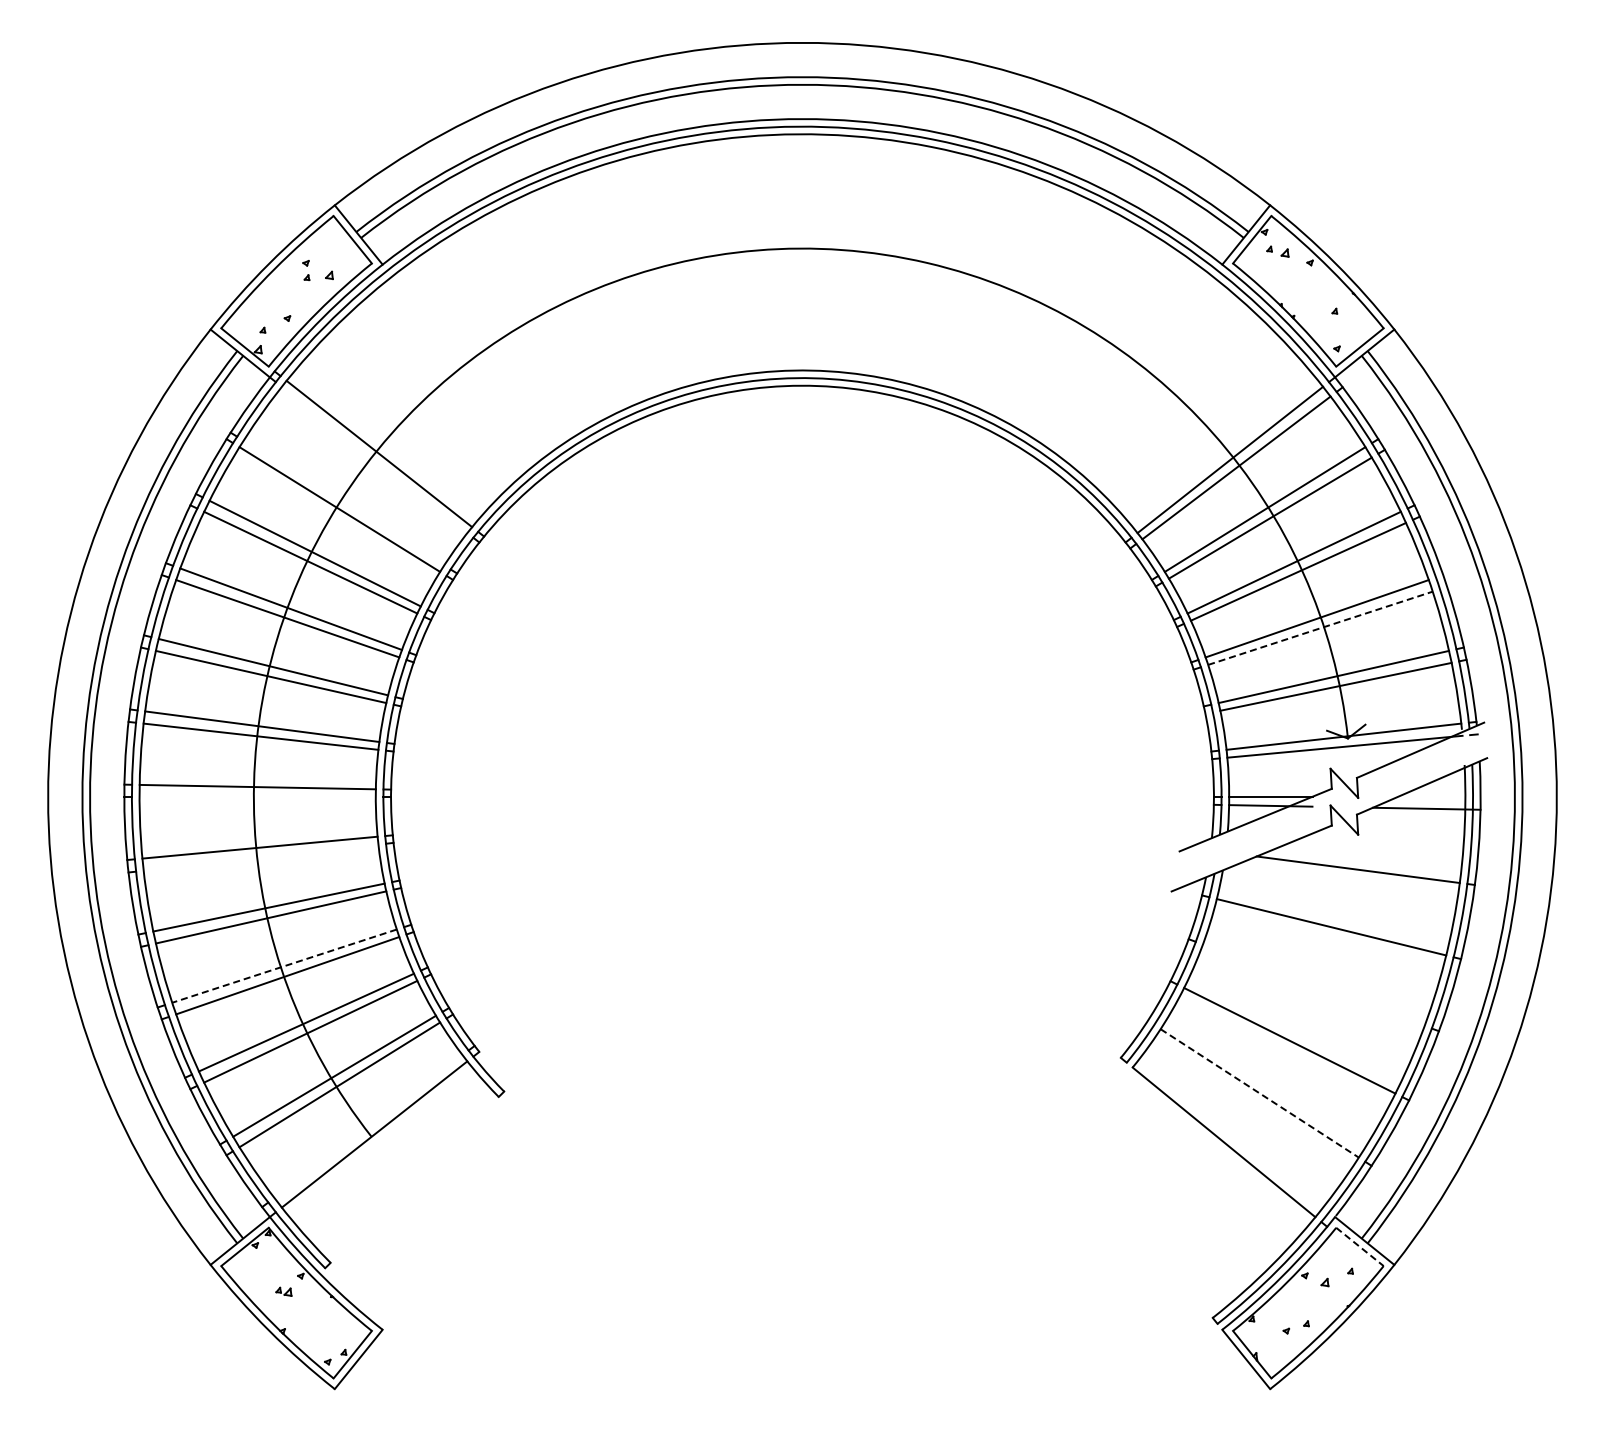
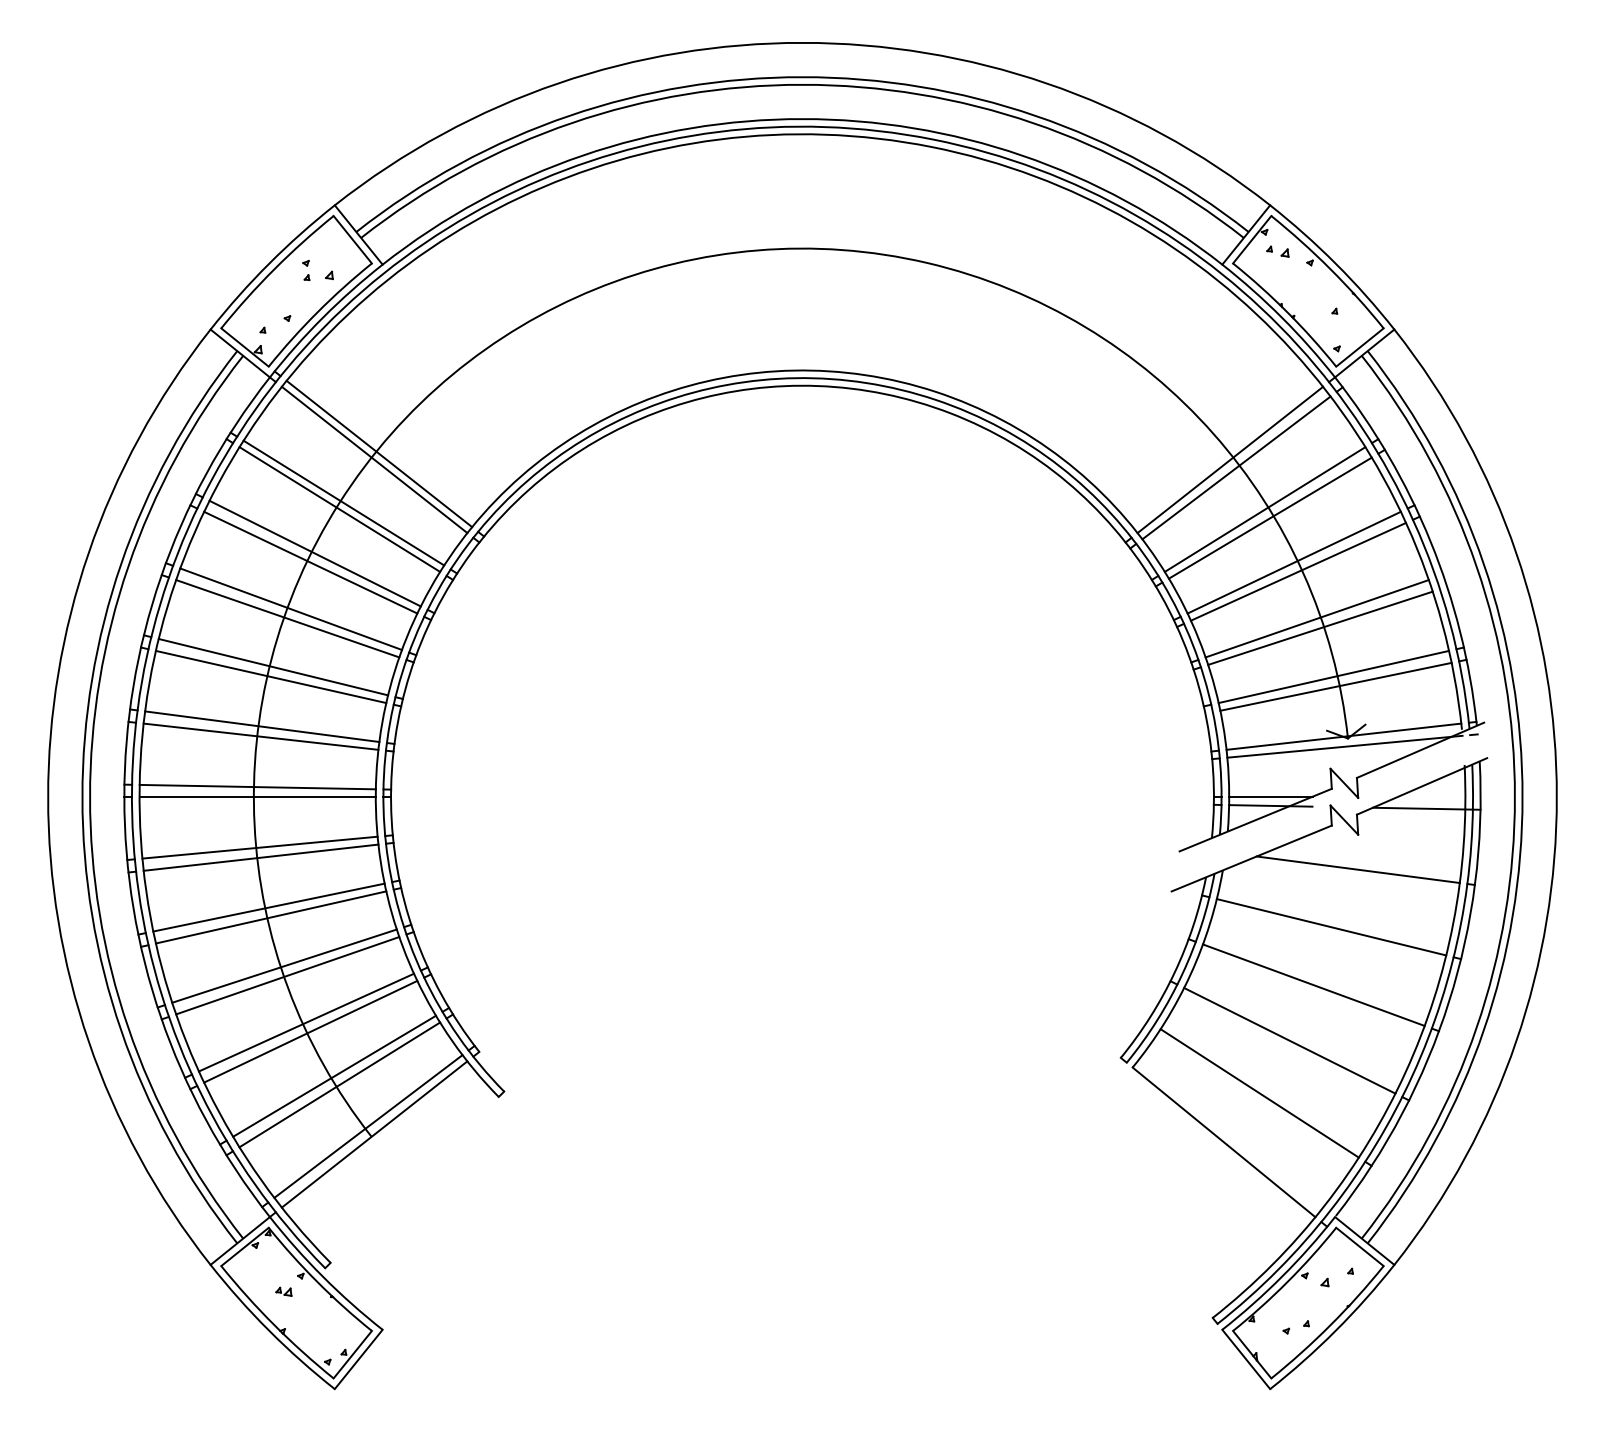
line at (374, 459): none -> present
line at (343, 502): none -> present
line at (1320, 628): dashed -> solid
line at (257, 797): none -> present
line at (260, 857): none -> present
line at (284, 966): dashed -> solid
line at (1313, 984): none -> present
line at (1260, 1093): dashed -> solid
line at (368, 1126): none -> present
line at (1360, 1247): dashed -> solid
